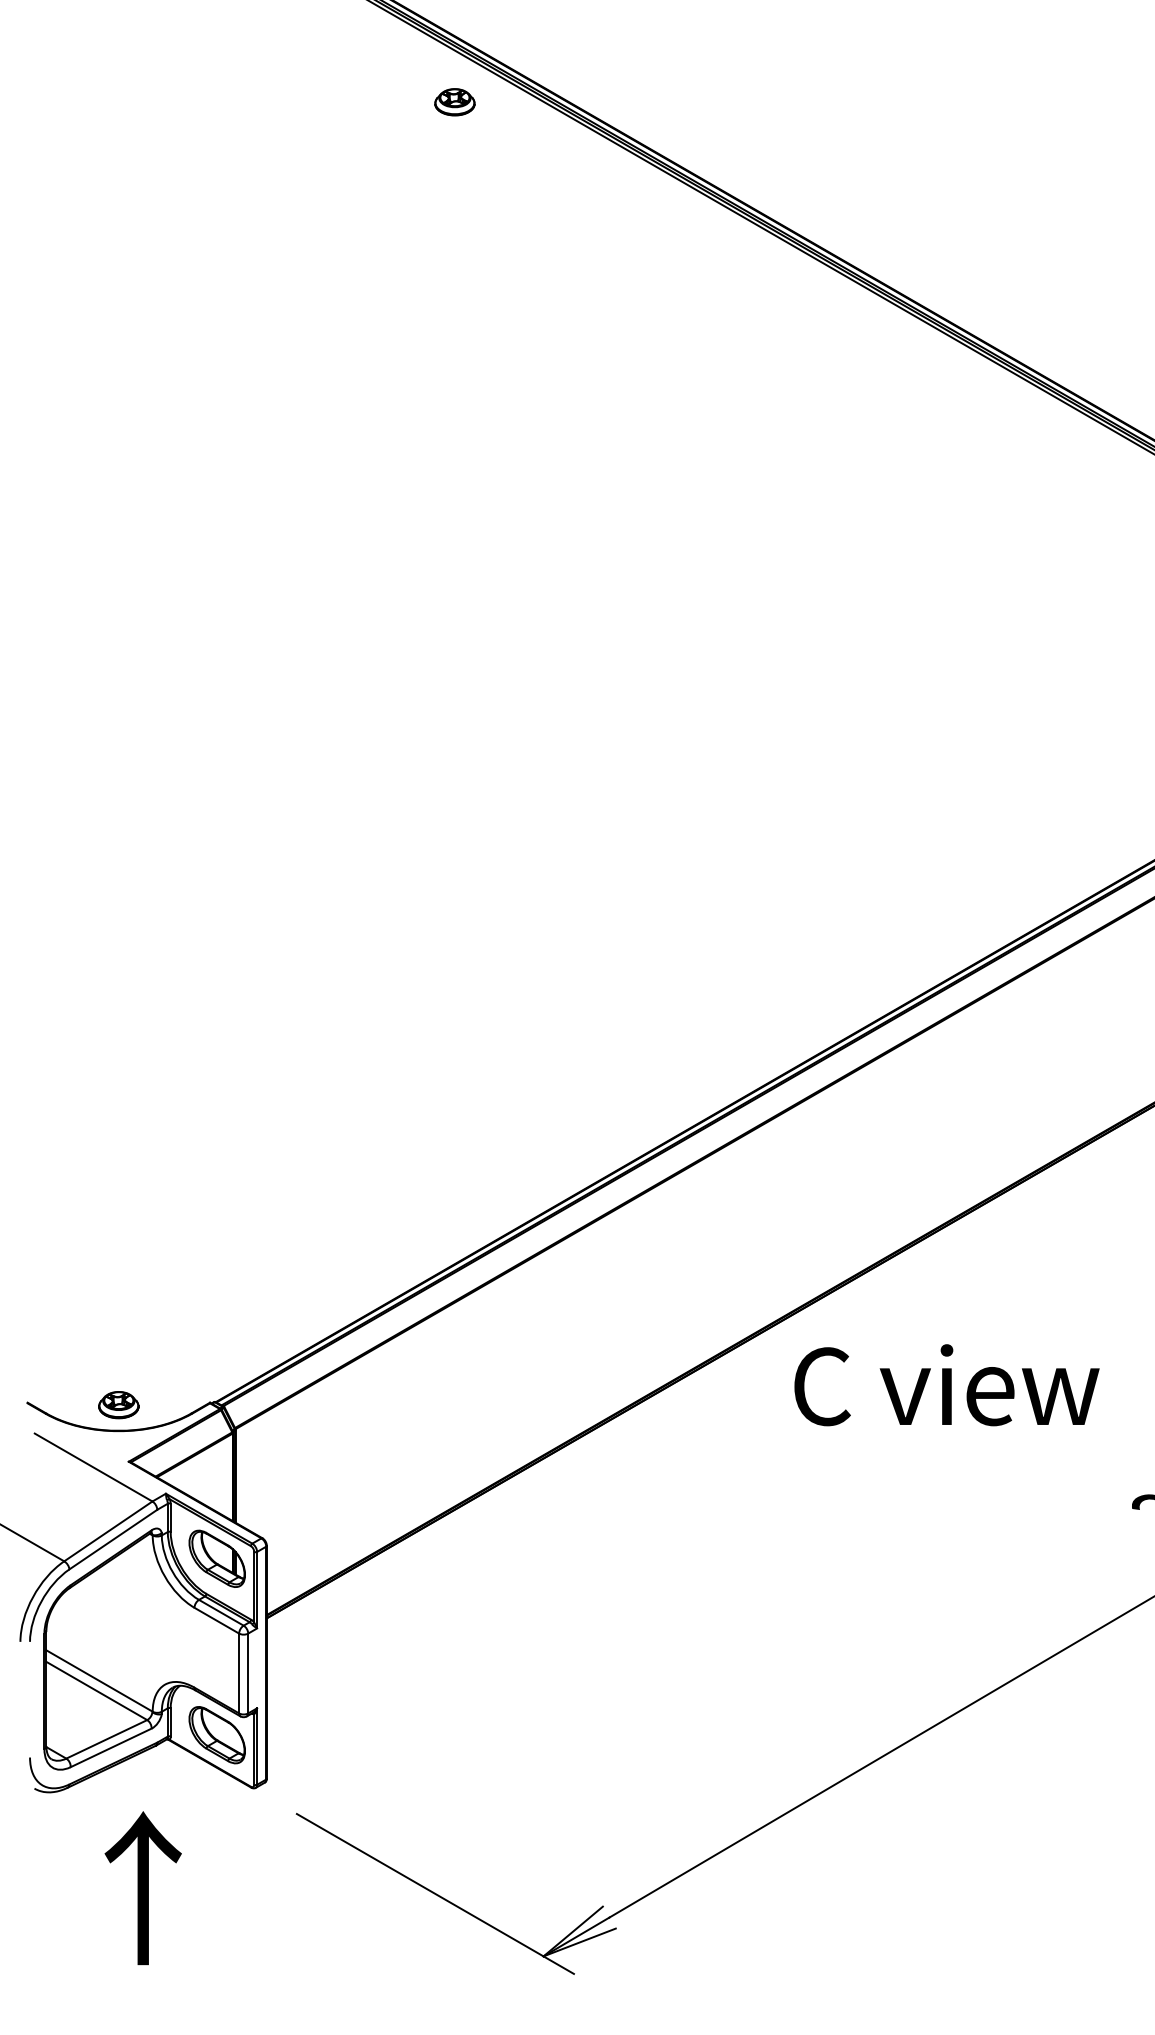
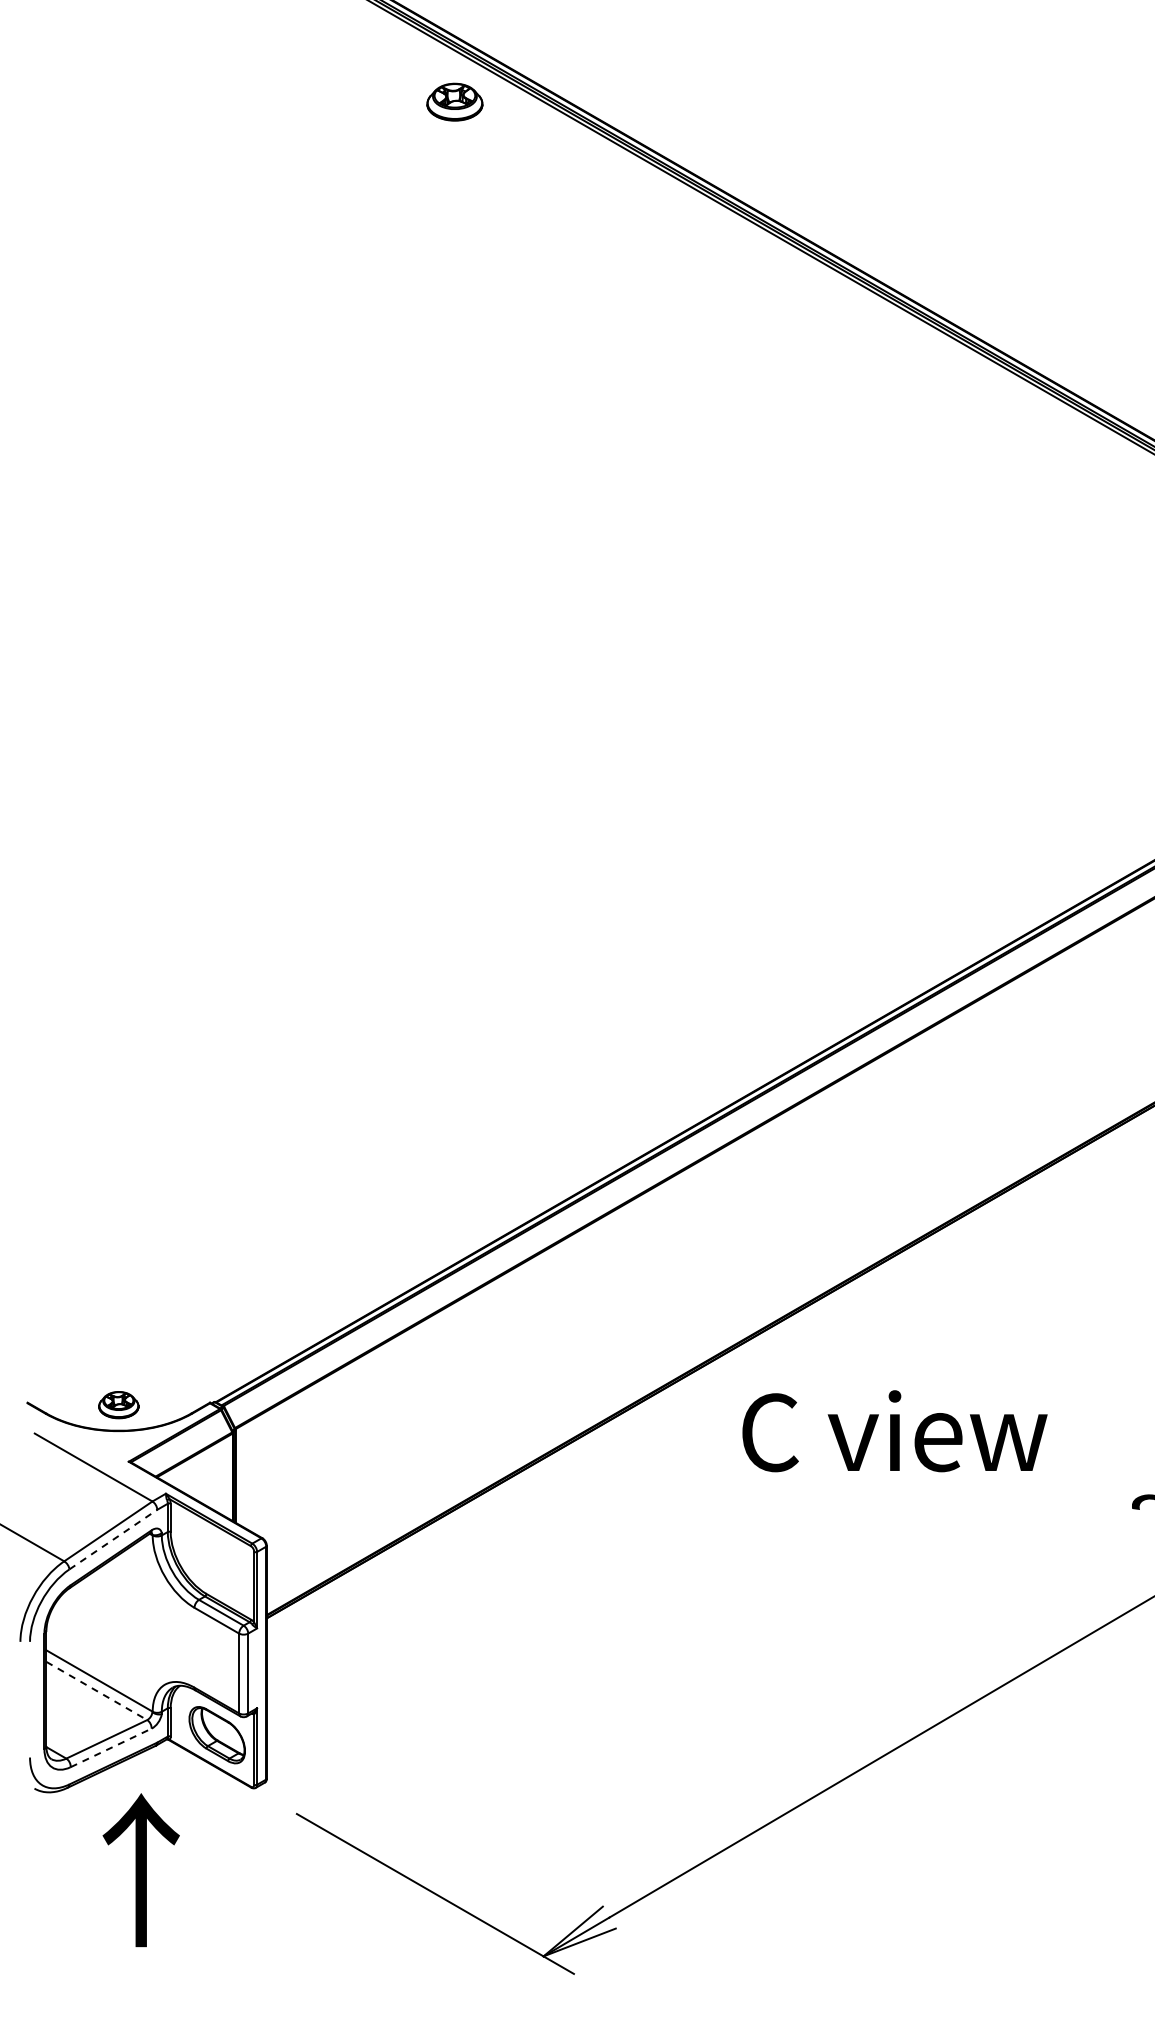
part at (454, 102) size: 42x29 px -> 58x40 px
text at (946, 1385) position: (946, 1385) -> (894, 1431)
line at (113, 1539): solid -> dashed
part at (216, 1558): present -> none
line at (97, 1691): solid -> dashed
line at (111, 1747): solid -> dashed
text at (142, 1888) position: (142, 1888) -> (140, 1870)
